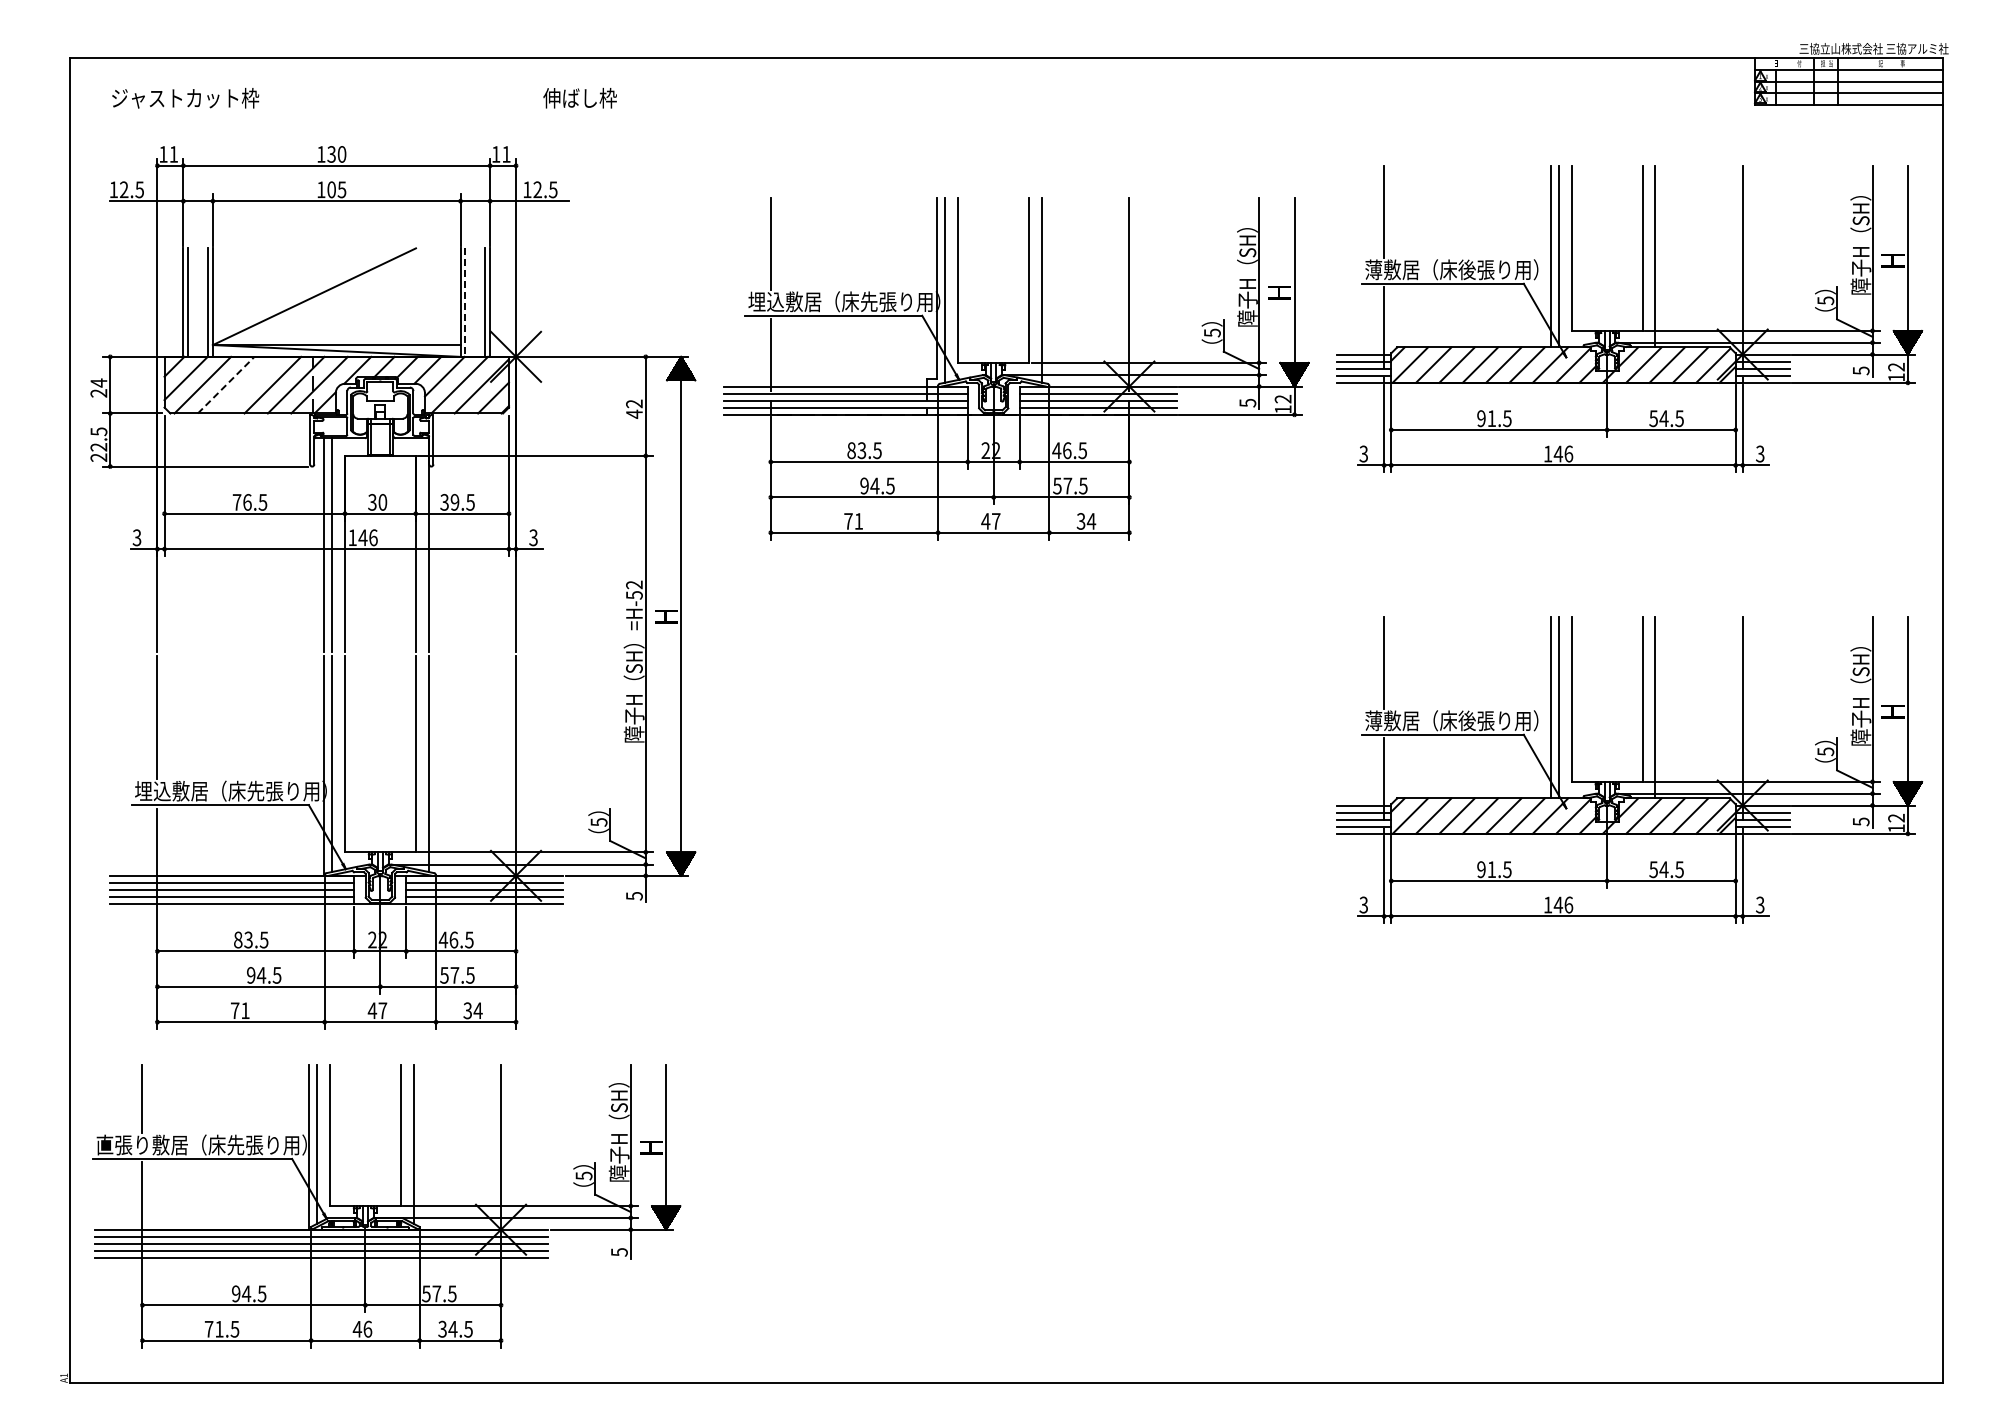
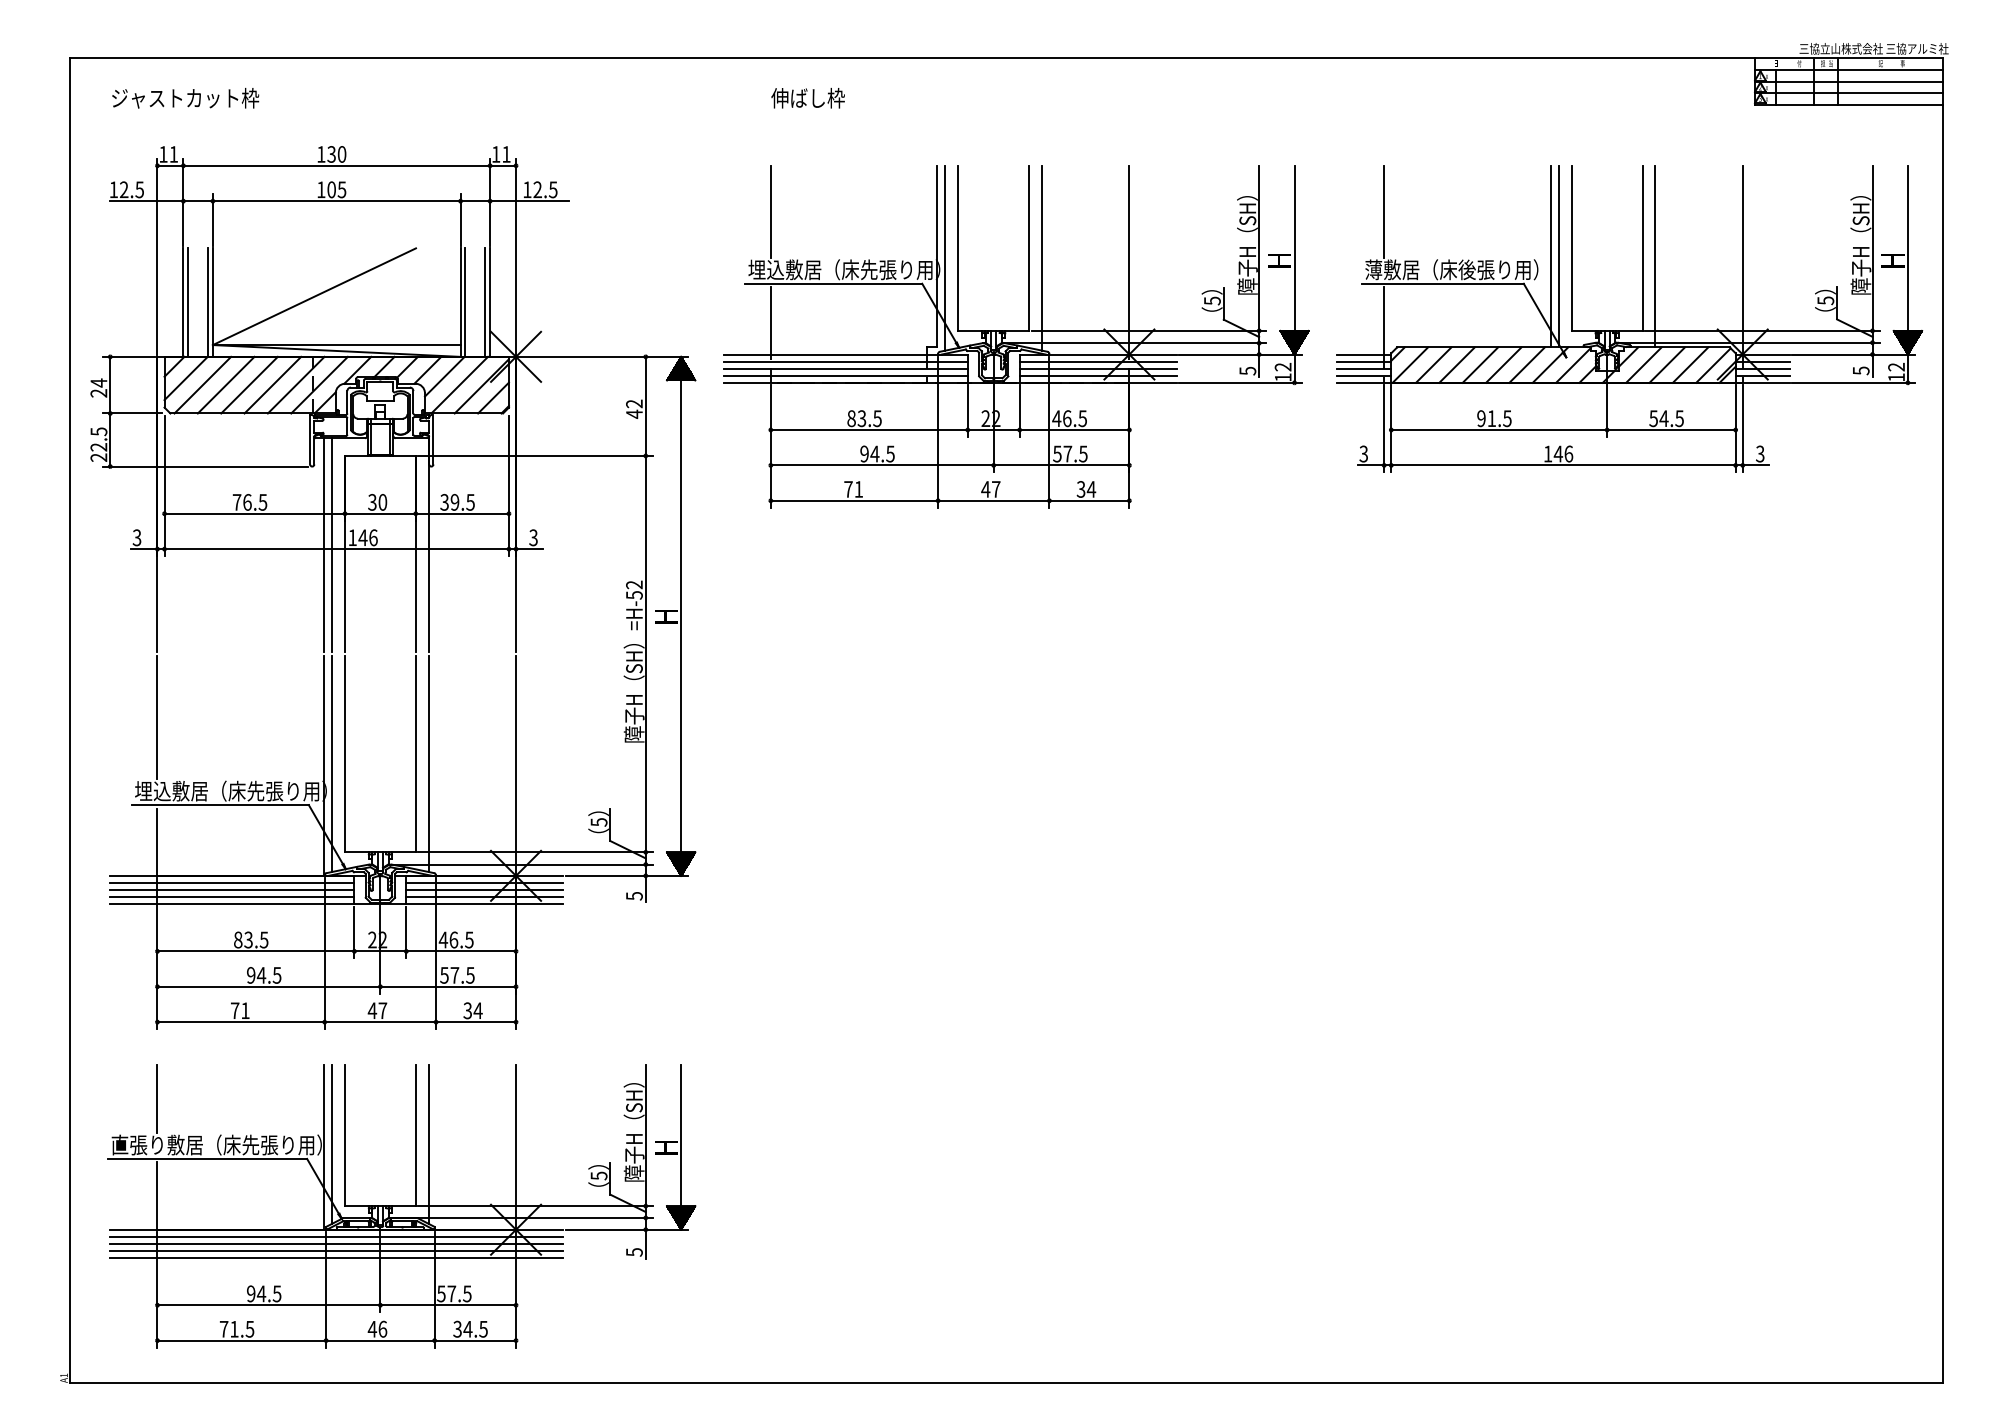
text at (579, 98) position: (579, 98) -> (807, 98)
line at (465, 303): dashed -> solid
part at (1016, 368) position: (1016, 368) -> (1016, 336)
line at (226, 384): dashed -> solid
line at (249, 384): none -> present
part at (1629, 781): present -> none
part at (386, 1206) position: (386, 1206) -> (401, 1206)
